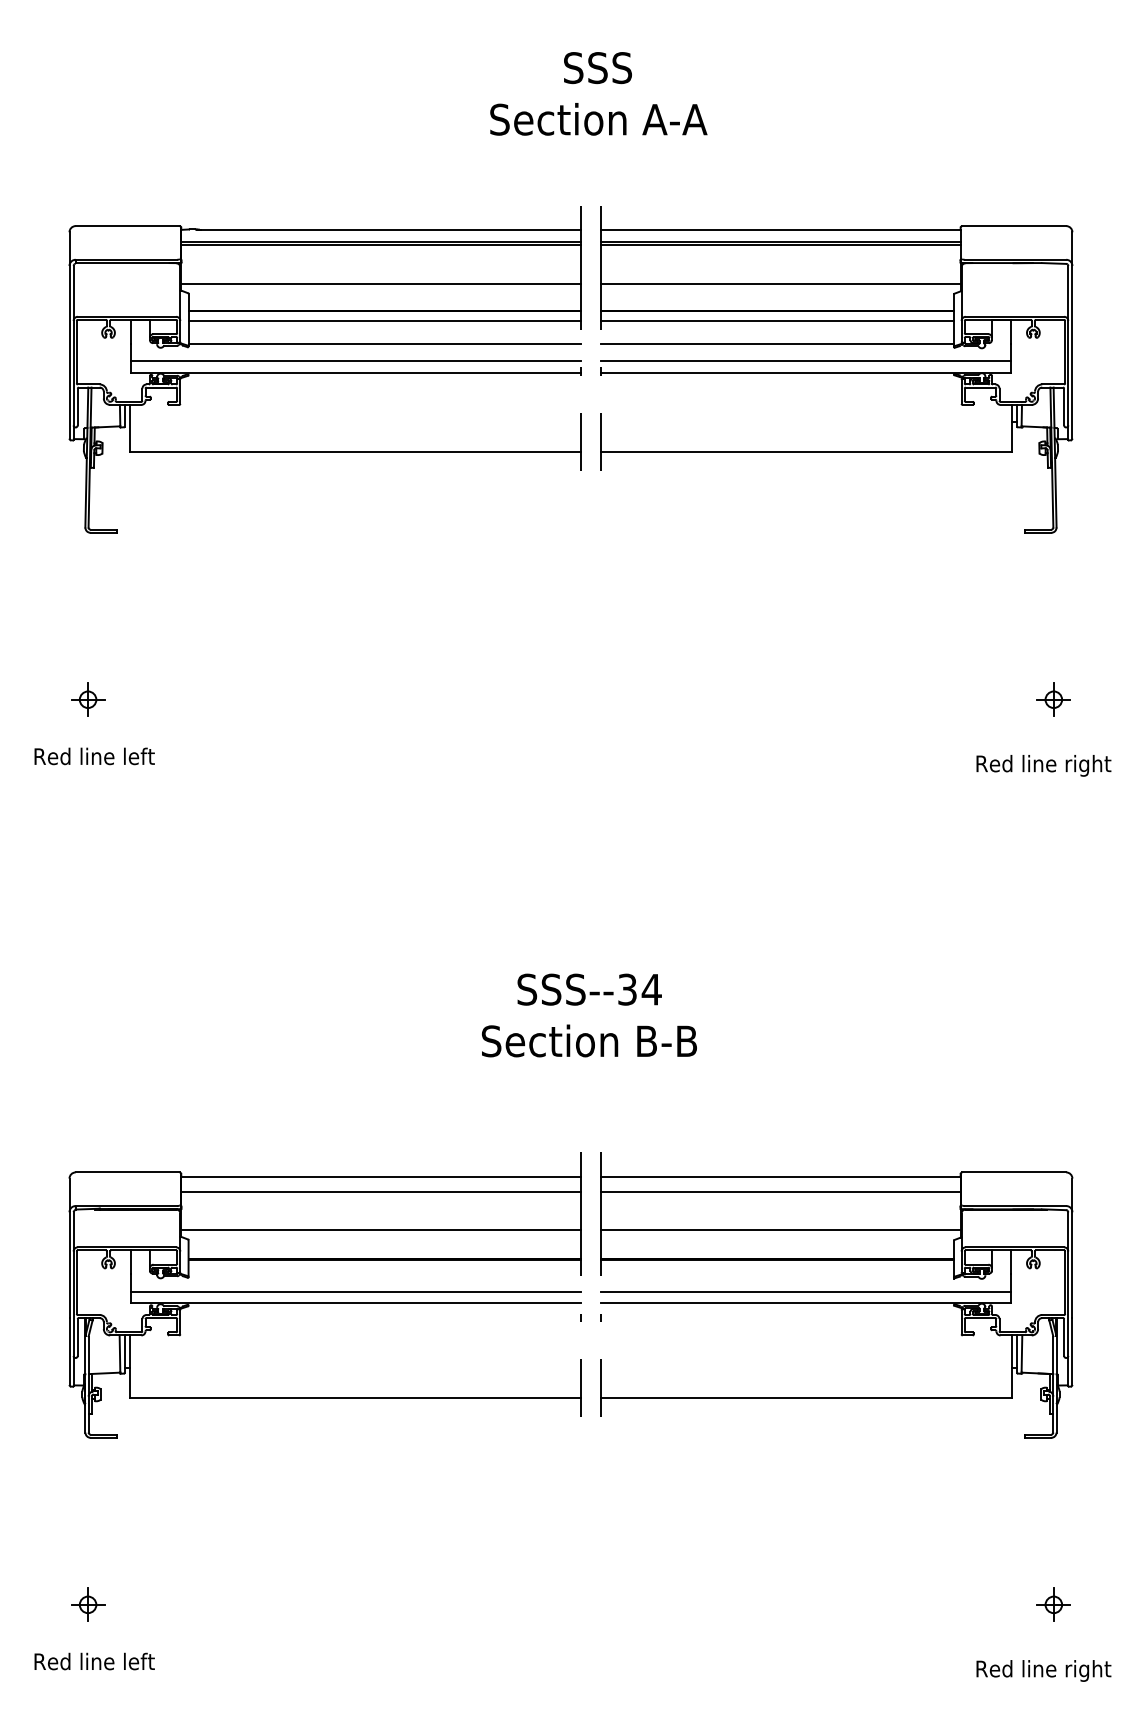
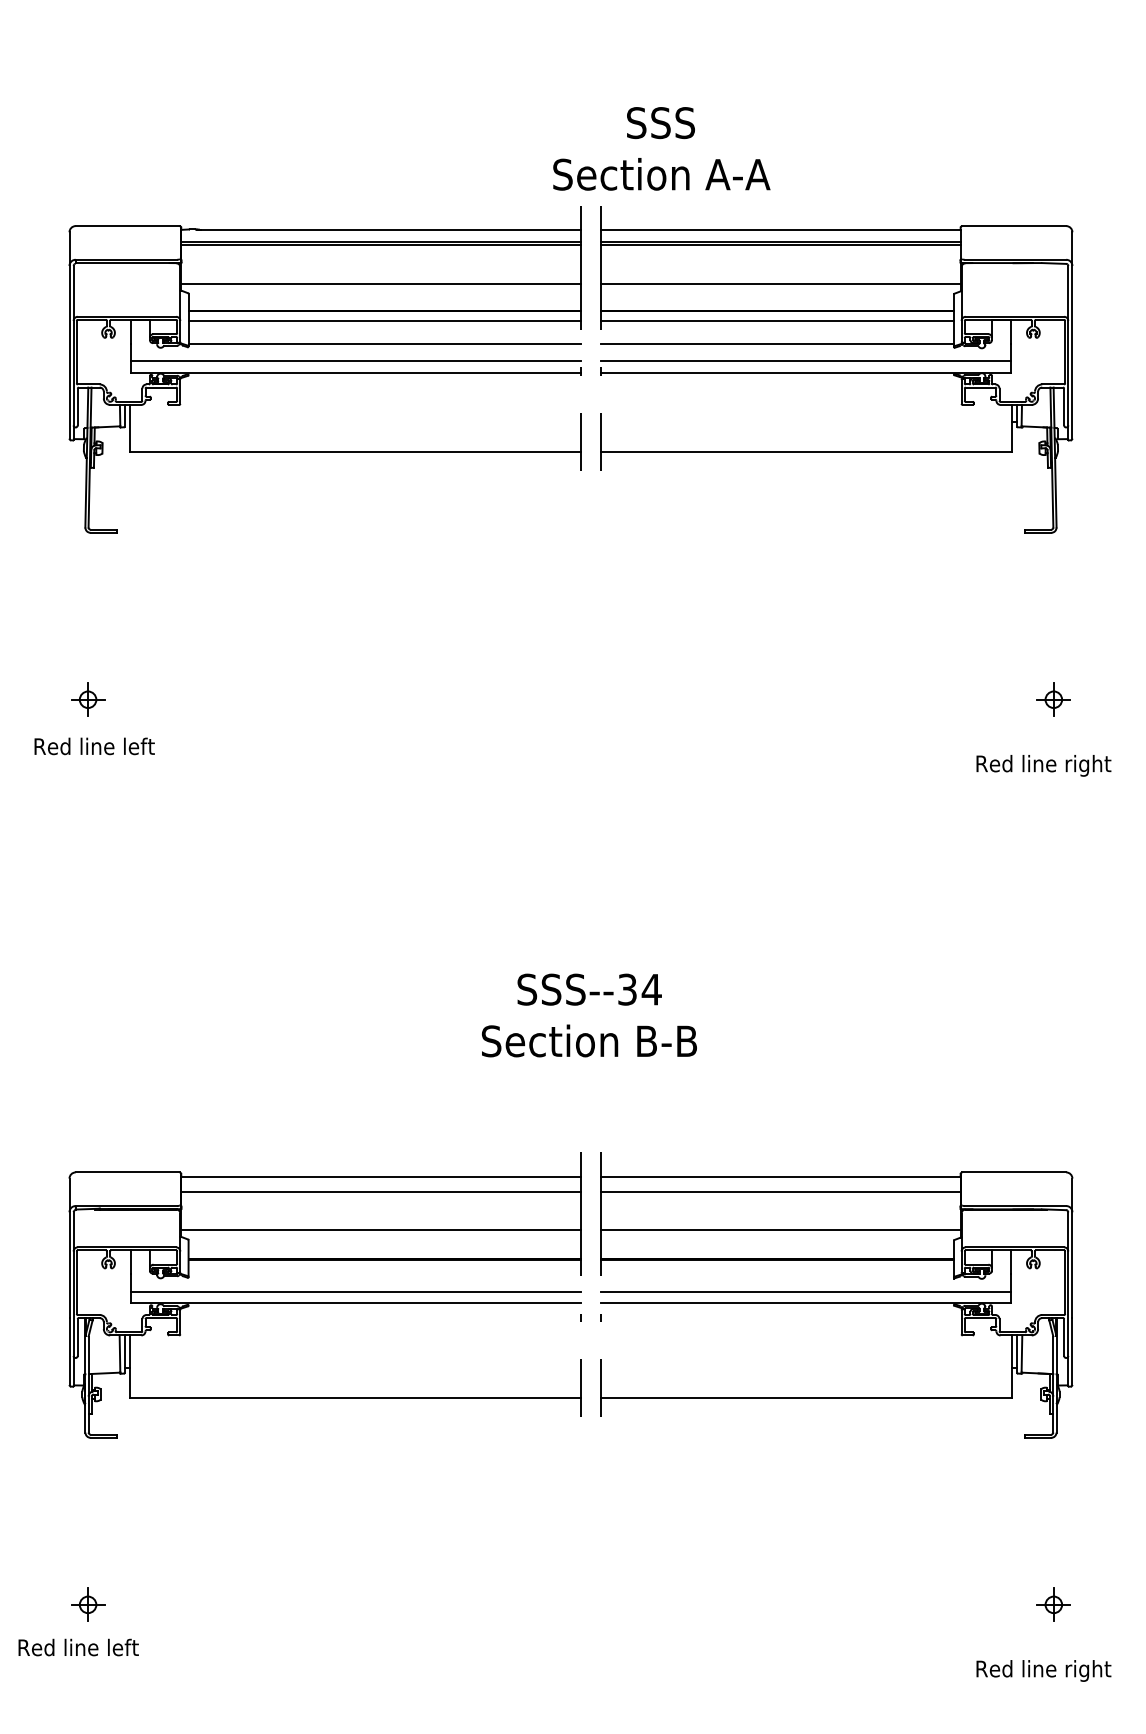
text at (598, 93) position: (598, 93) -> (661, 148)
text at (94, 756) position: (94, 756) -> (94, 746)
text at (94, 1661) position: (94, 1661) -> (78, 1647)
